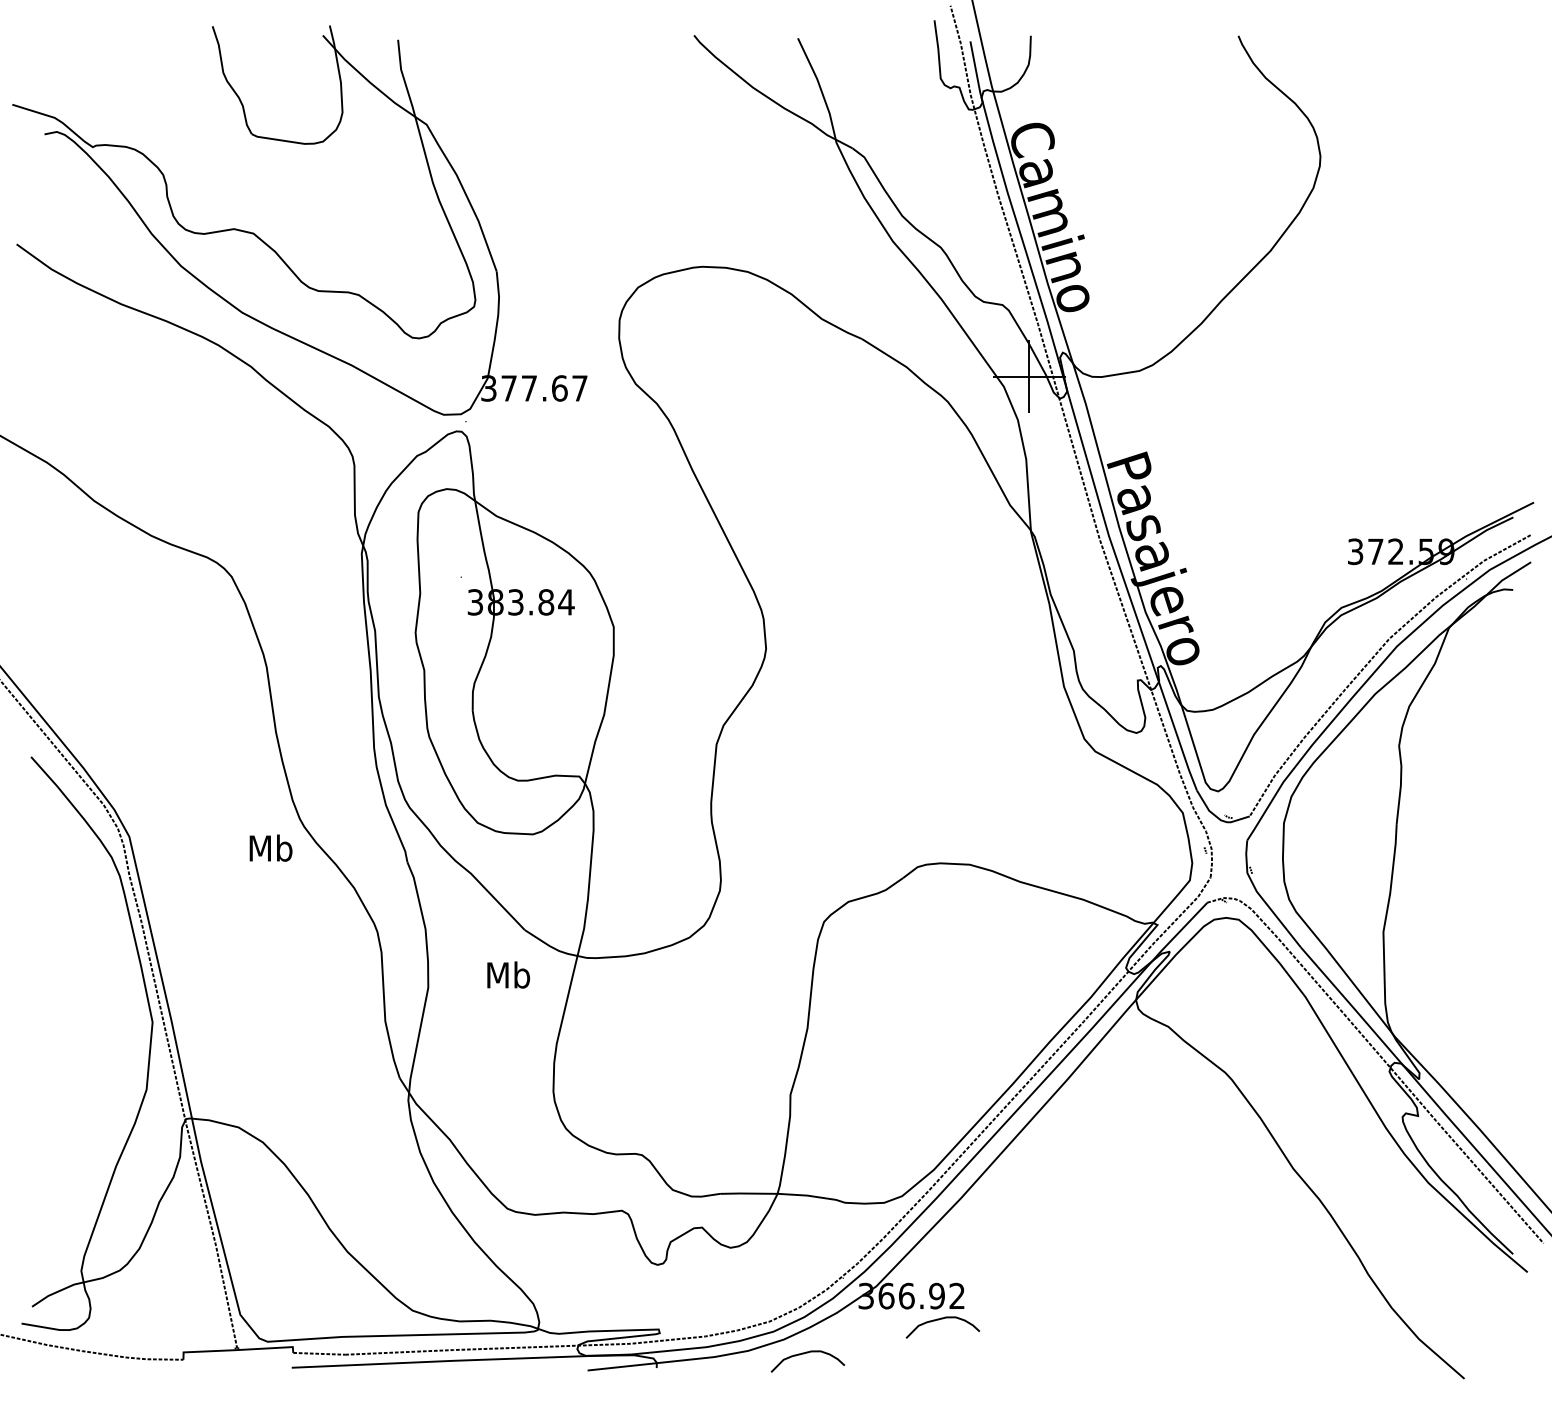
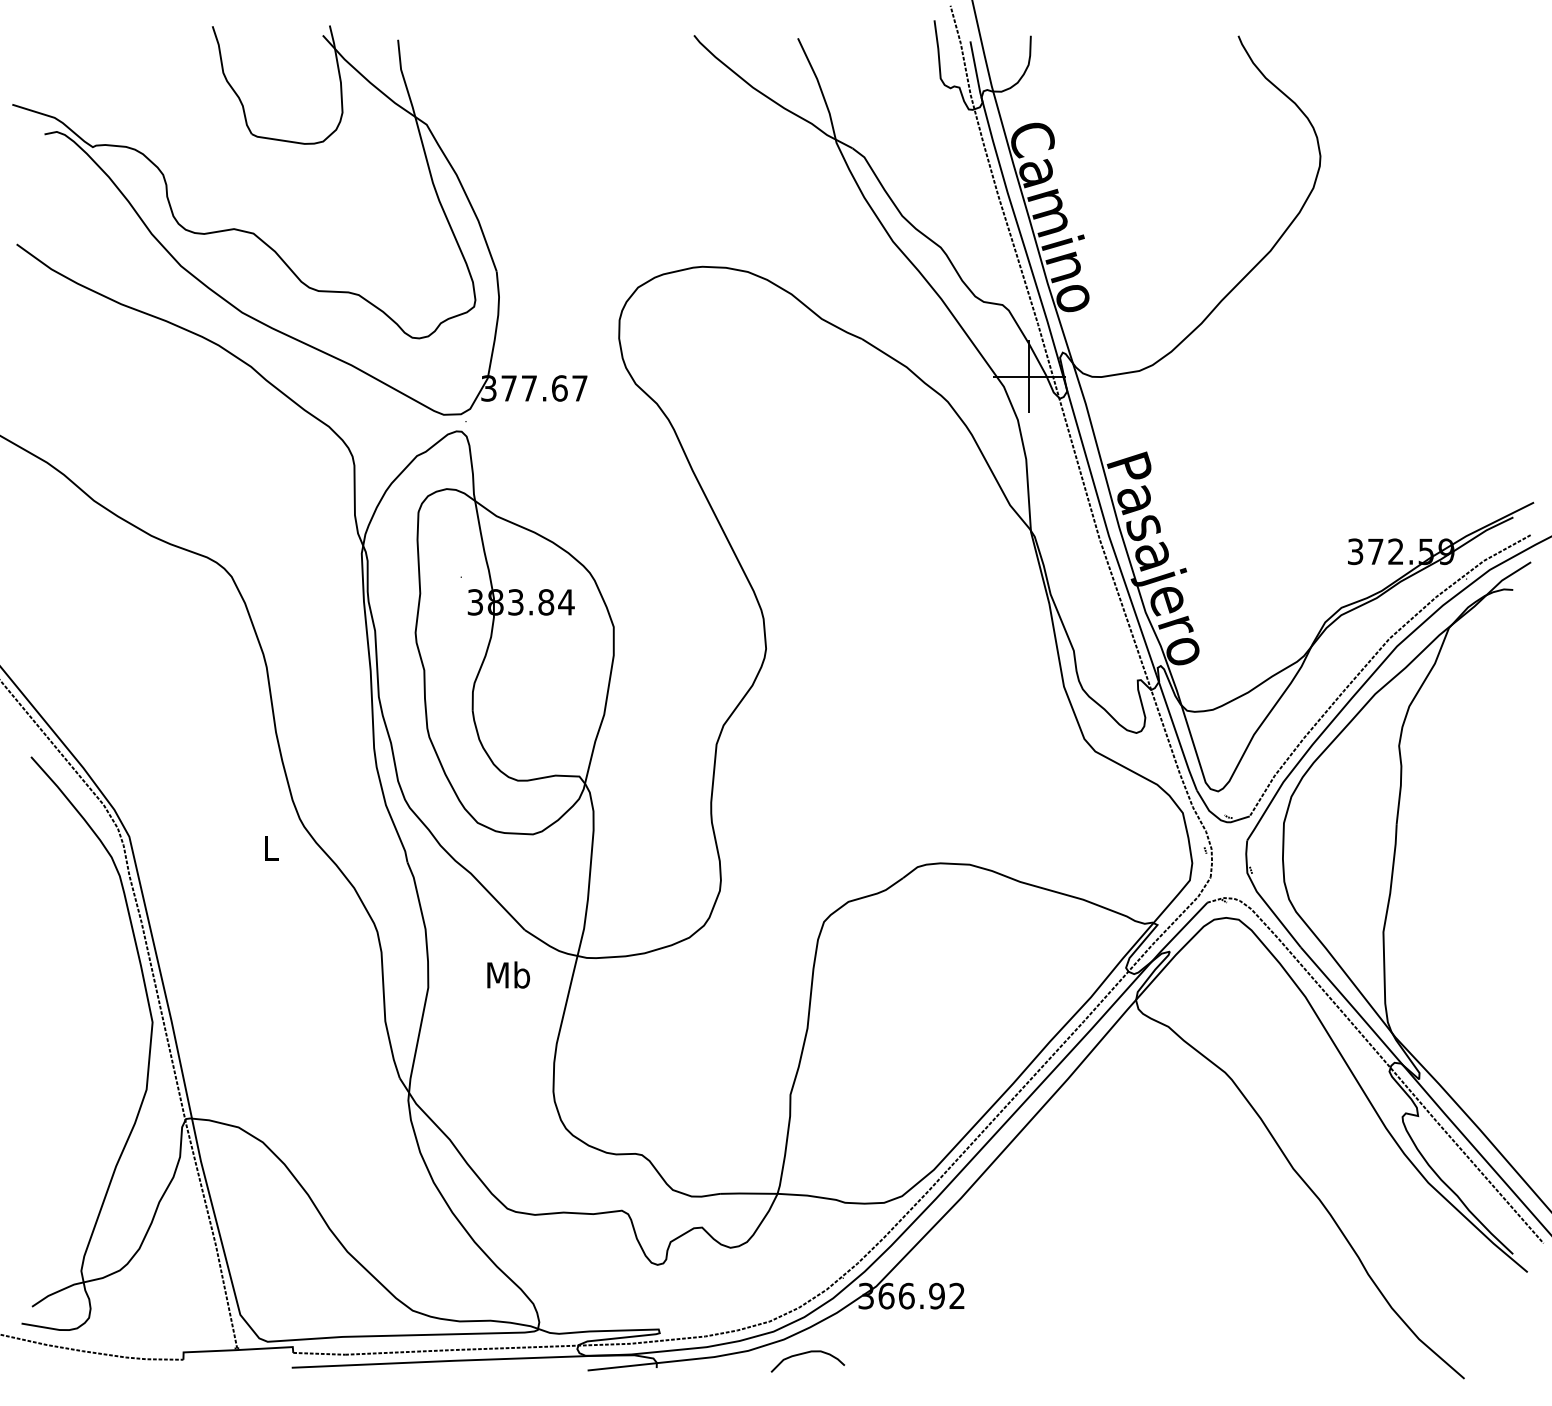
text at (270, 847): Mb -> L
curve at (939, 1320): present -> none
